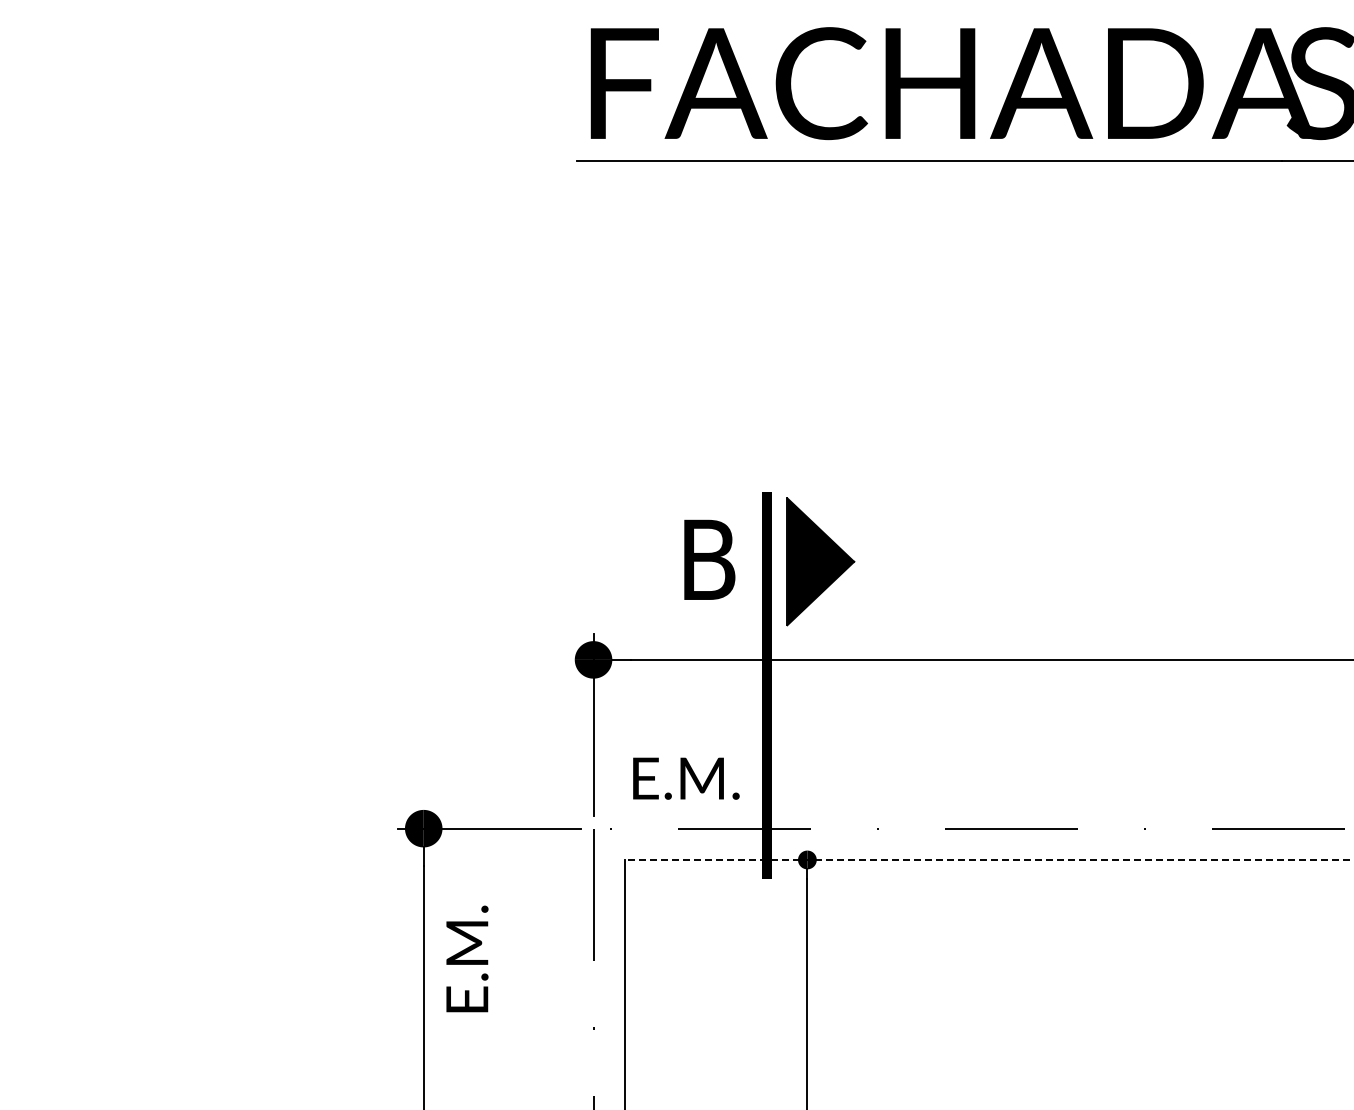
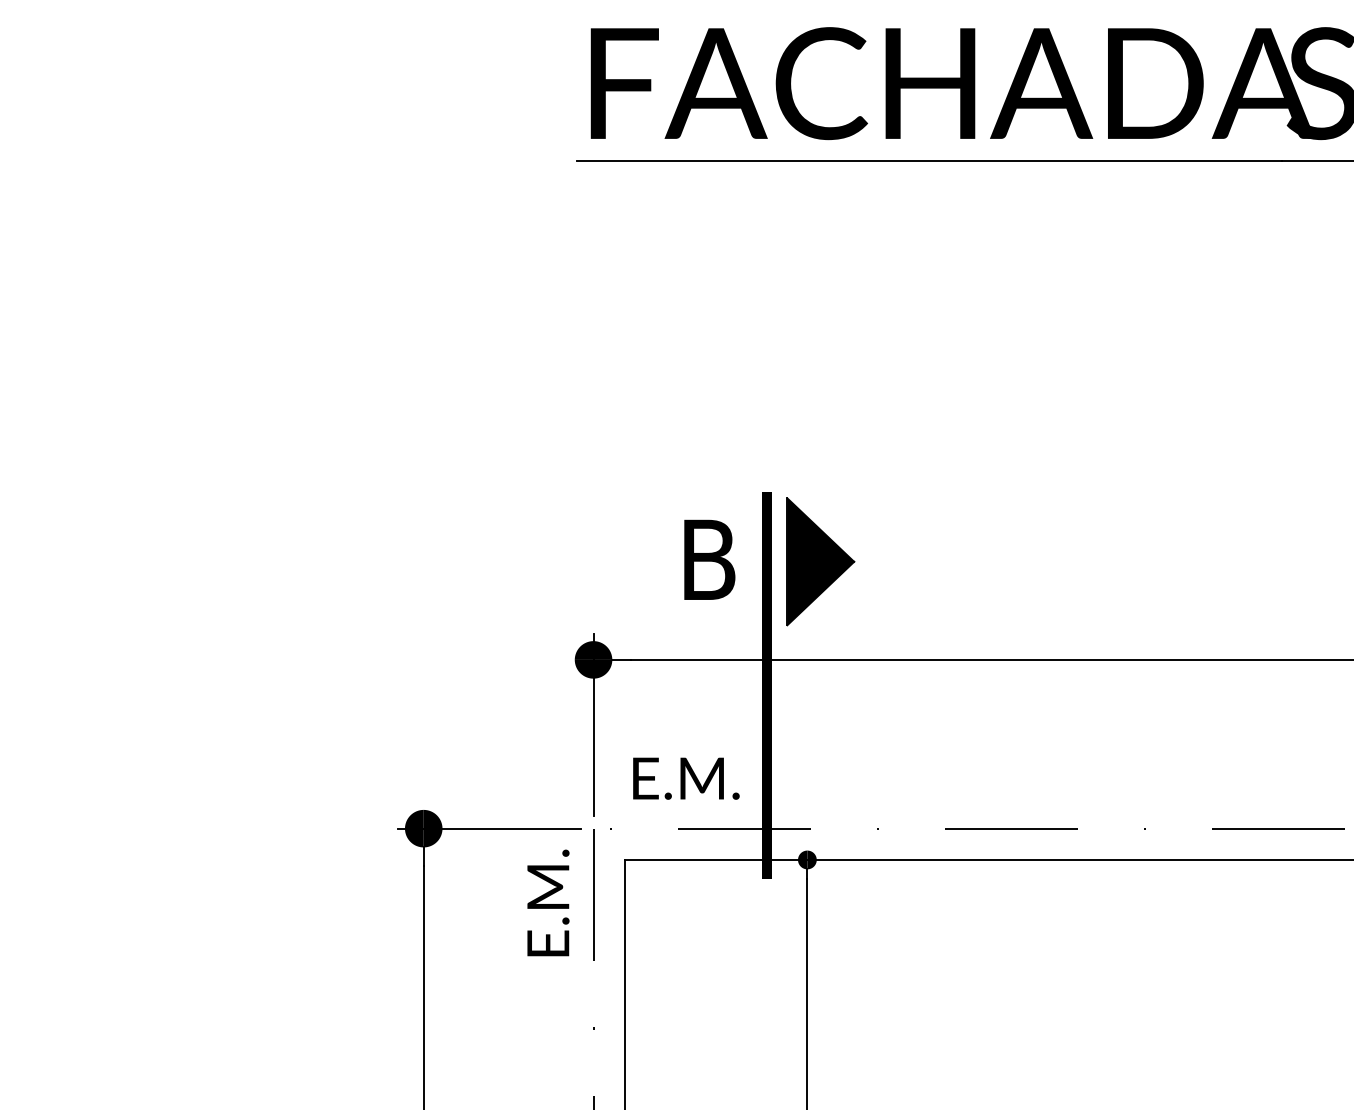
line at (988, 860): dashed -> solid
text at (467, 958) position: (467, 958) -> (548, 902)
